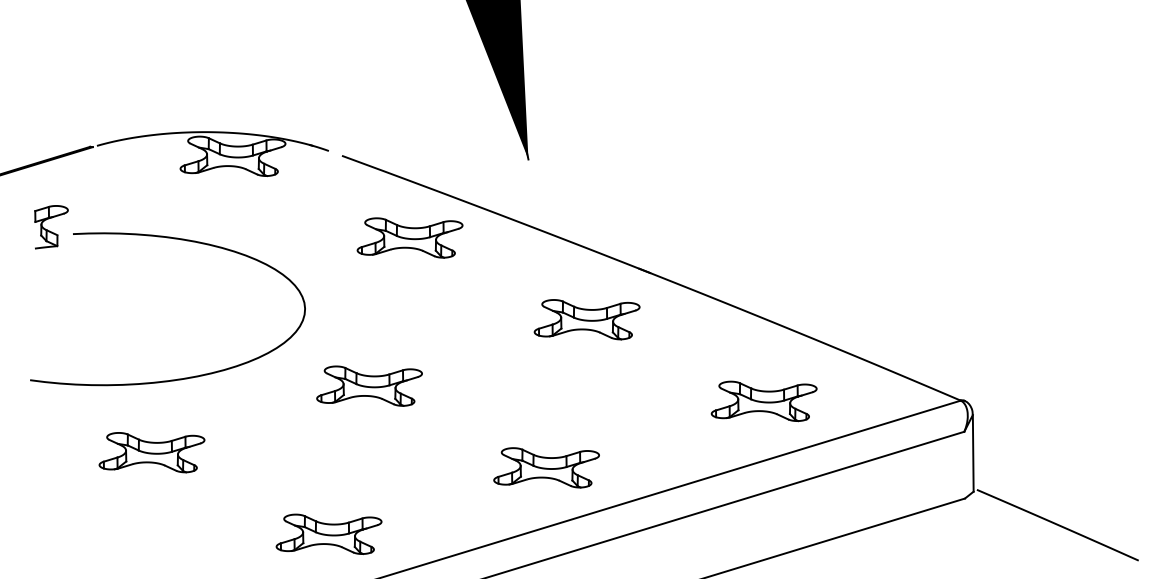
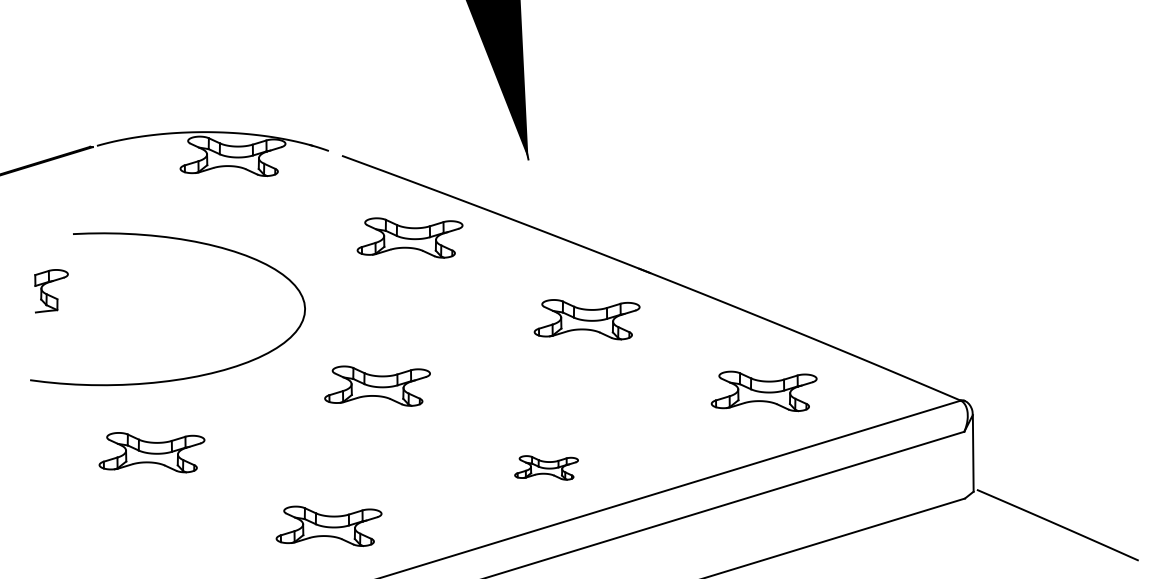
part at (51, 227) position: (51, 227) -> (51, 291)
part at (369, 385) position: (369, 385) -> (377, 385)
part at (763, 401) position: (763, 401) -> (763, 391)
part at (546, 467) size: 107x42 px -> 65x26 px
part at (328, 533) position: (328, 533) -> (328, 525)
